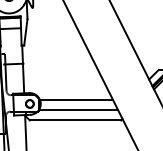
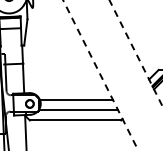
line at (136, 53): solid -> dashed
line at (100, 75): solid -> dashed
